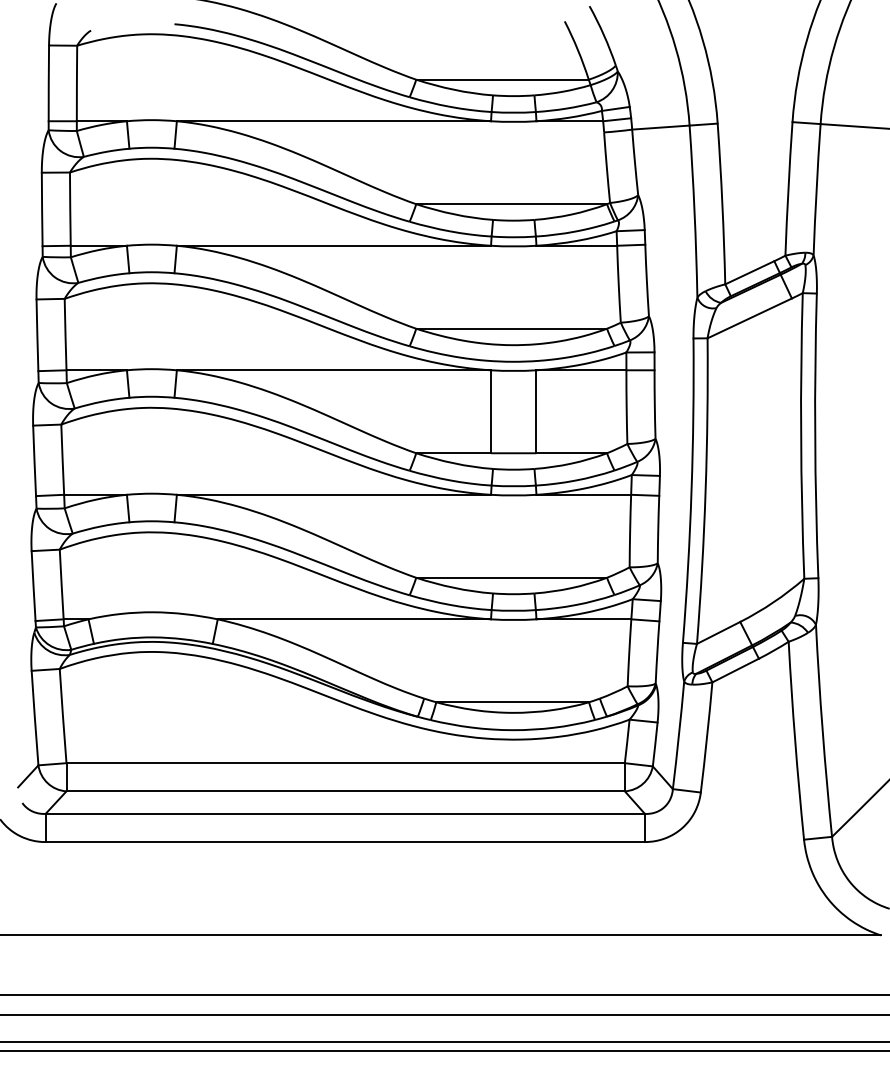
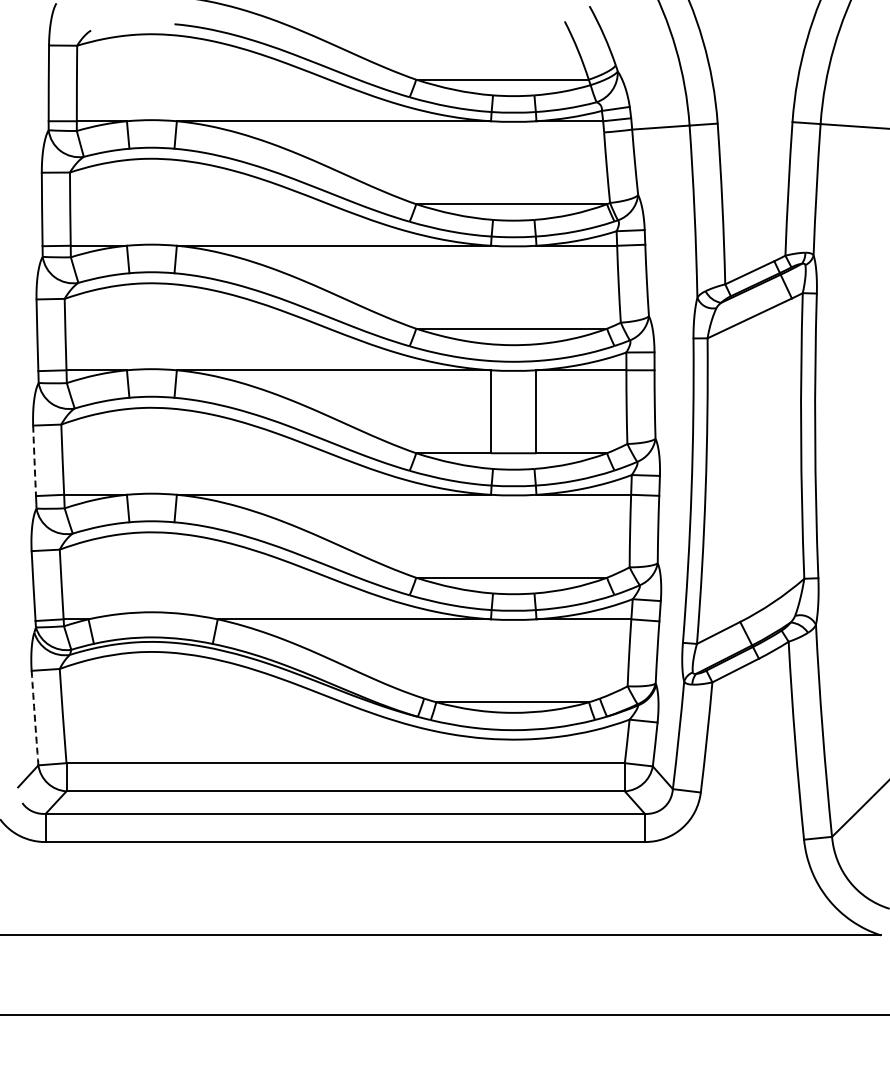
arc at (34, 460): solid -> dashed
arc at (34, 718): solid -> dashed
line at (444, 995): present -> none
line at (444, 1042): present -> none
line at (444, 1051): present -> none
